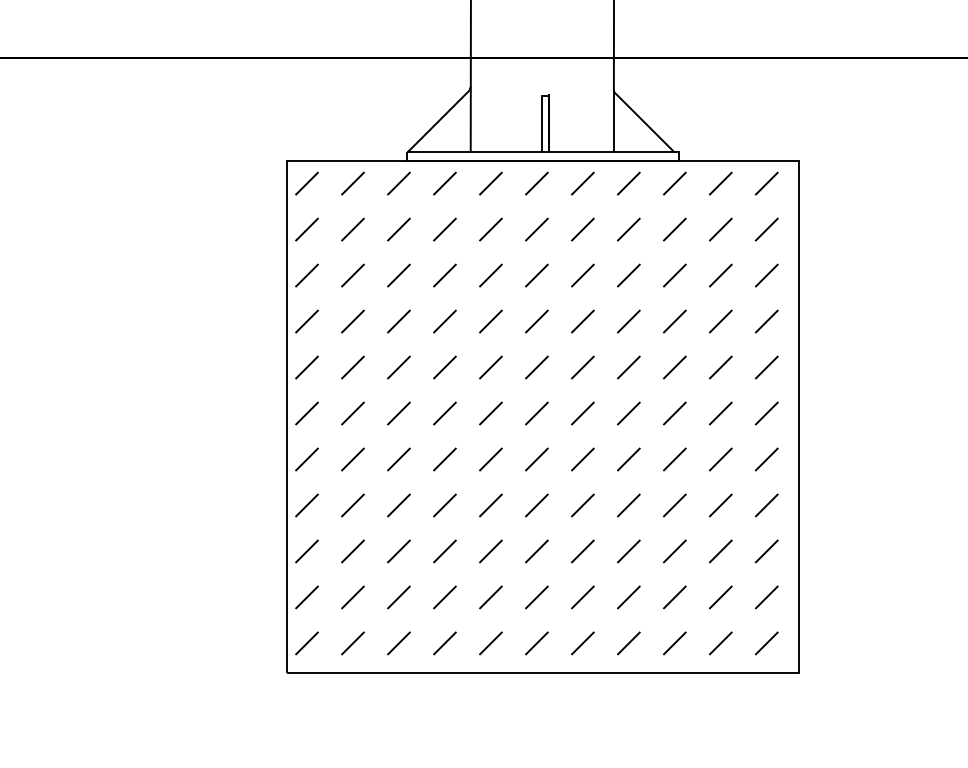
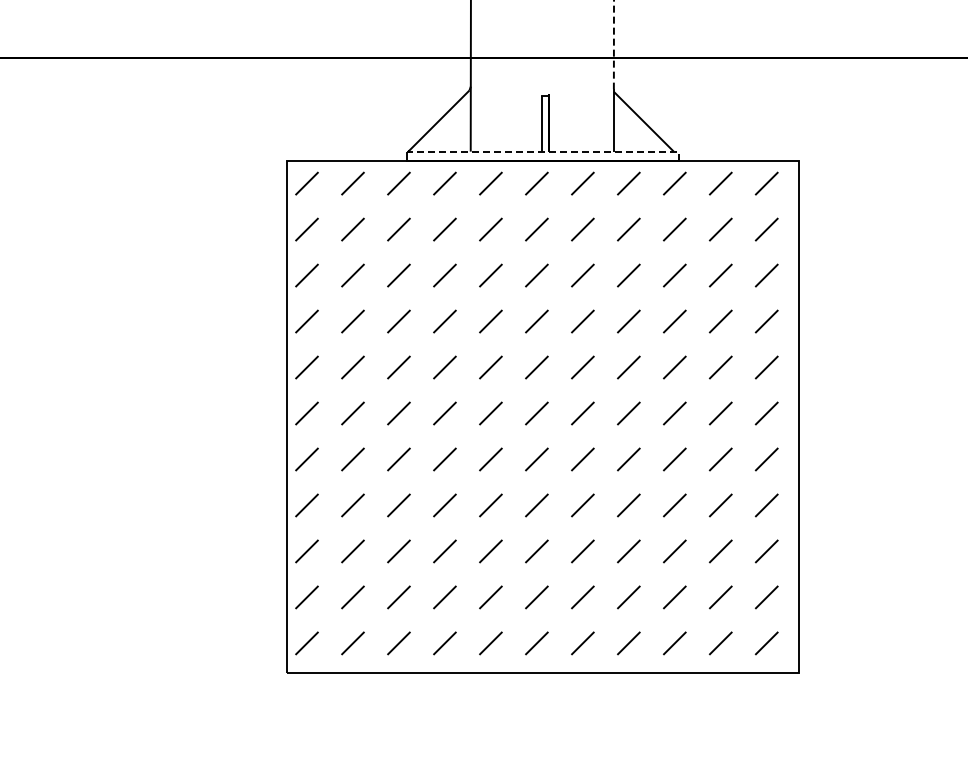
line at (613, 45): solid -> dashed
line at (547, 151): solid -> dashed
